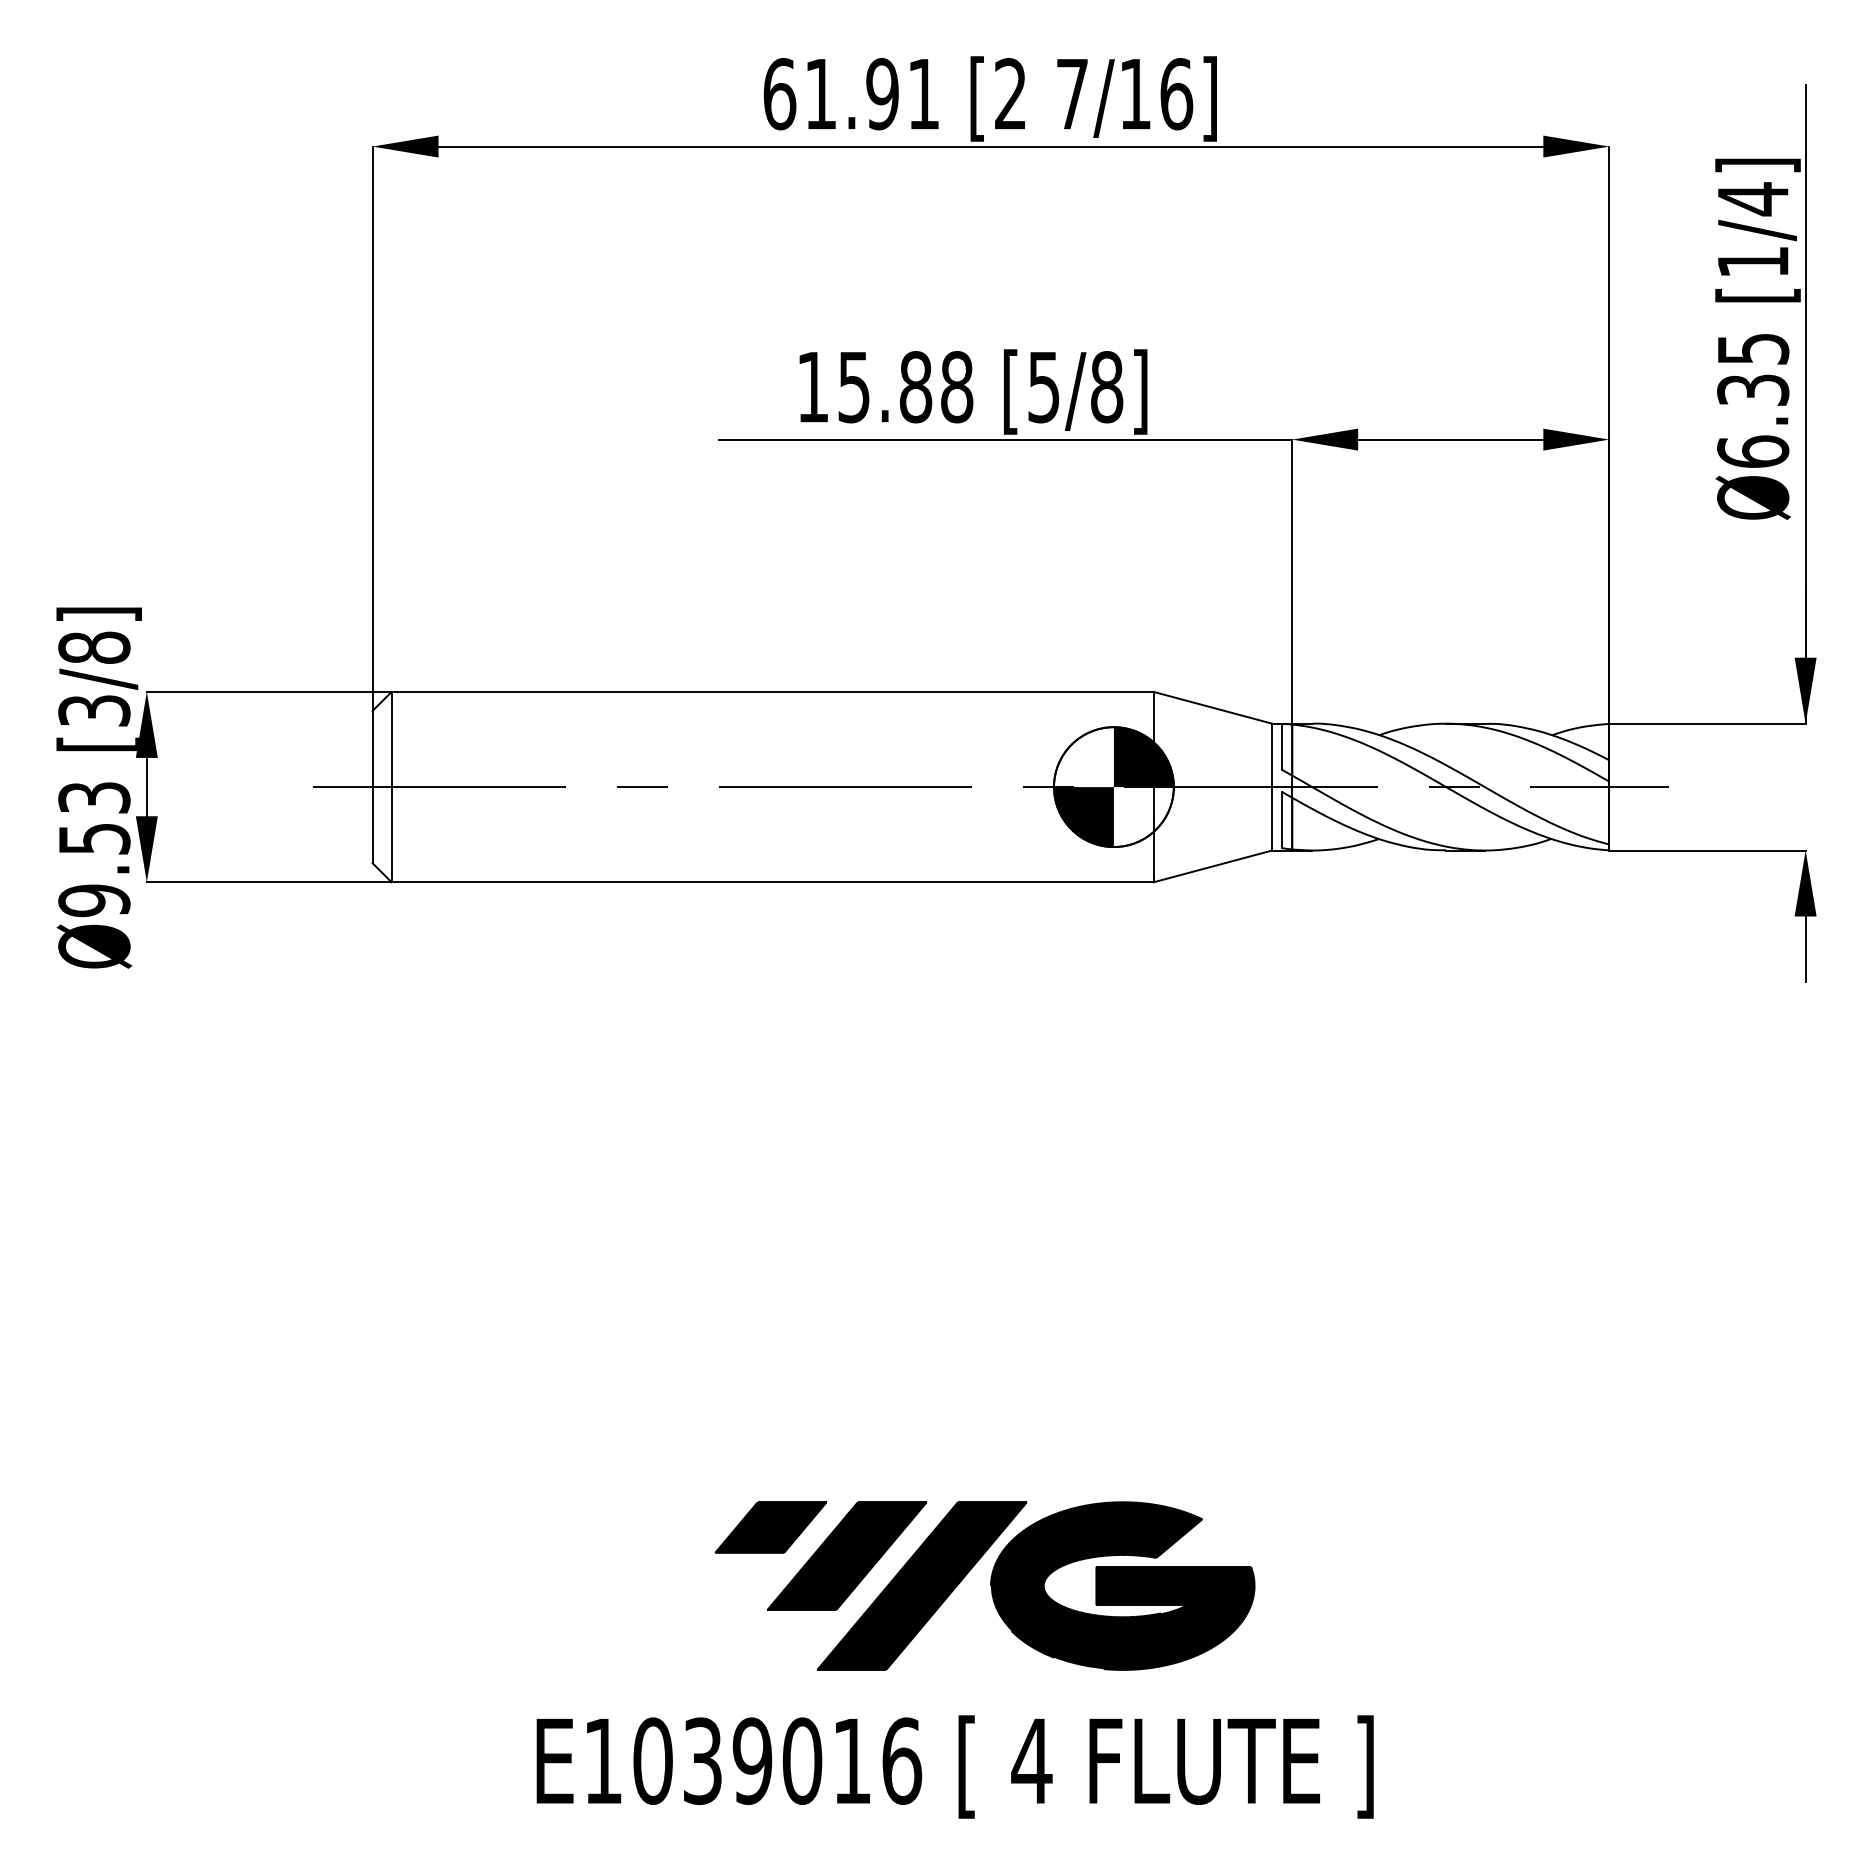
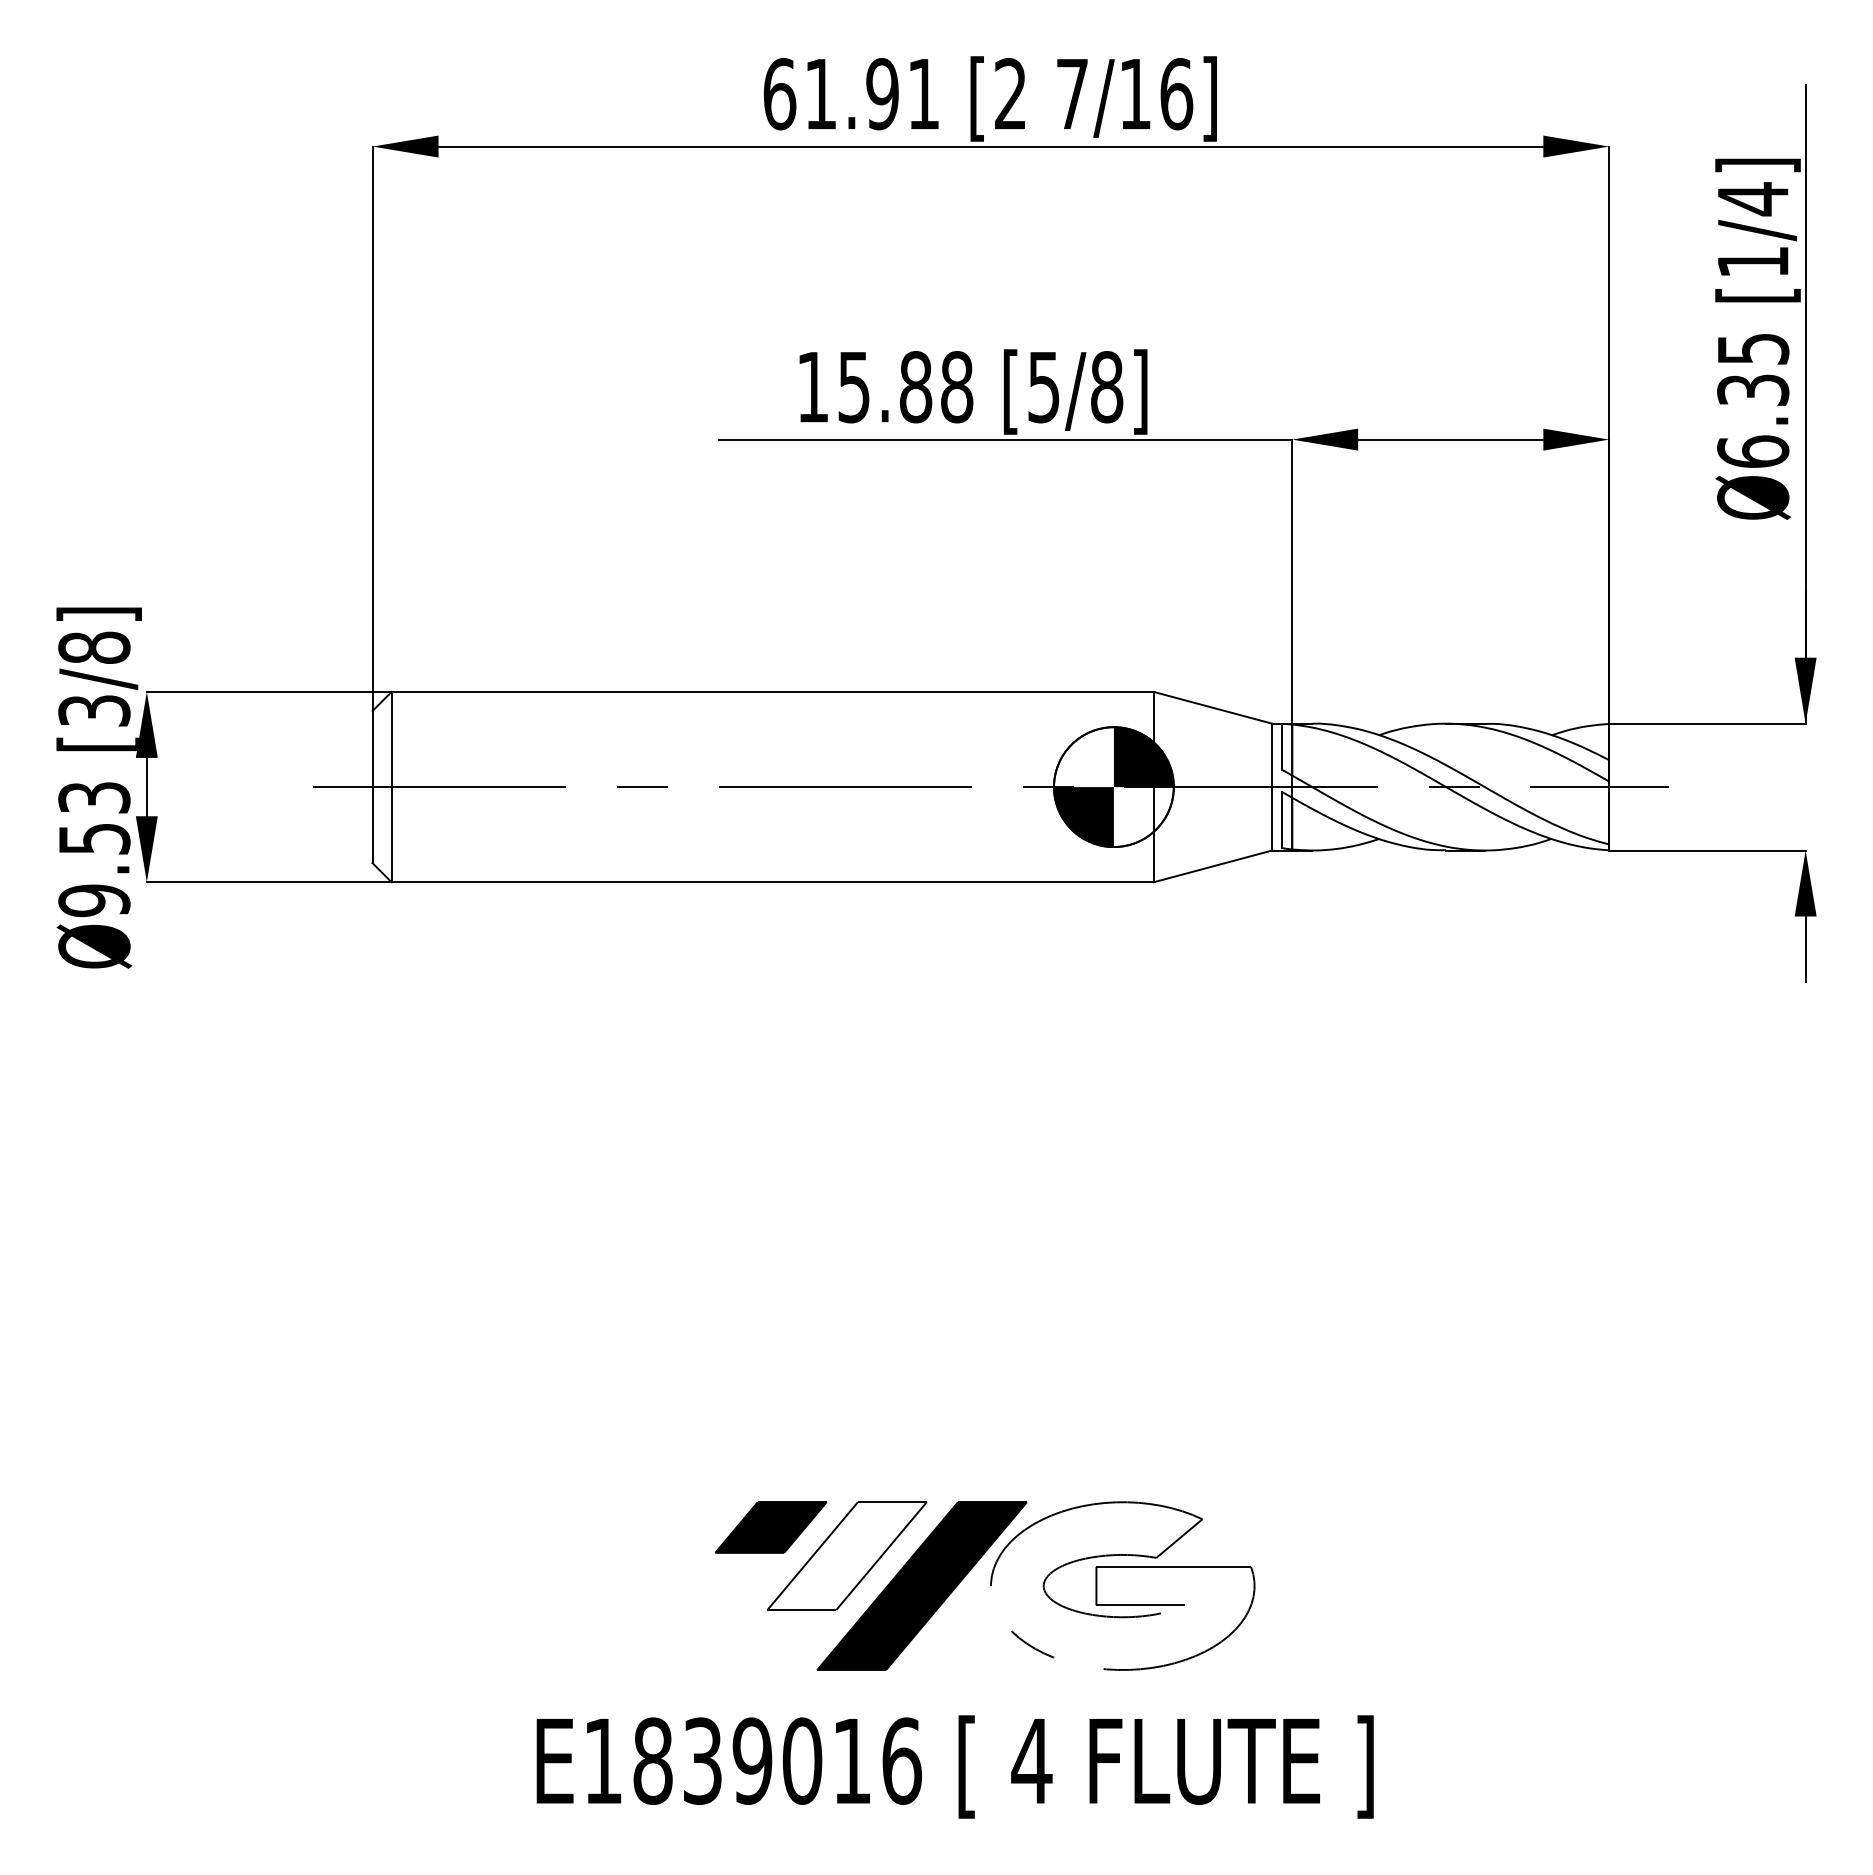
fill at (846, 1556): present -> none
fill at (1122, 1585): present -> none
text at (652, 1760): E1039016 -> E1839016
